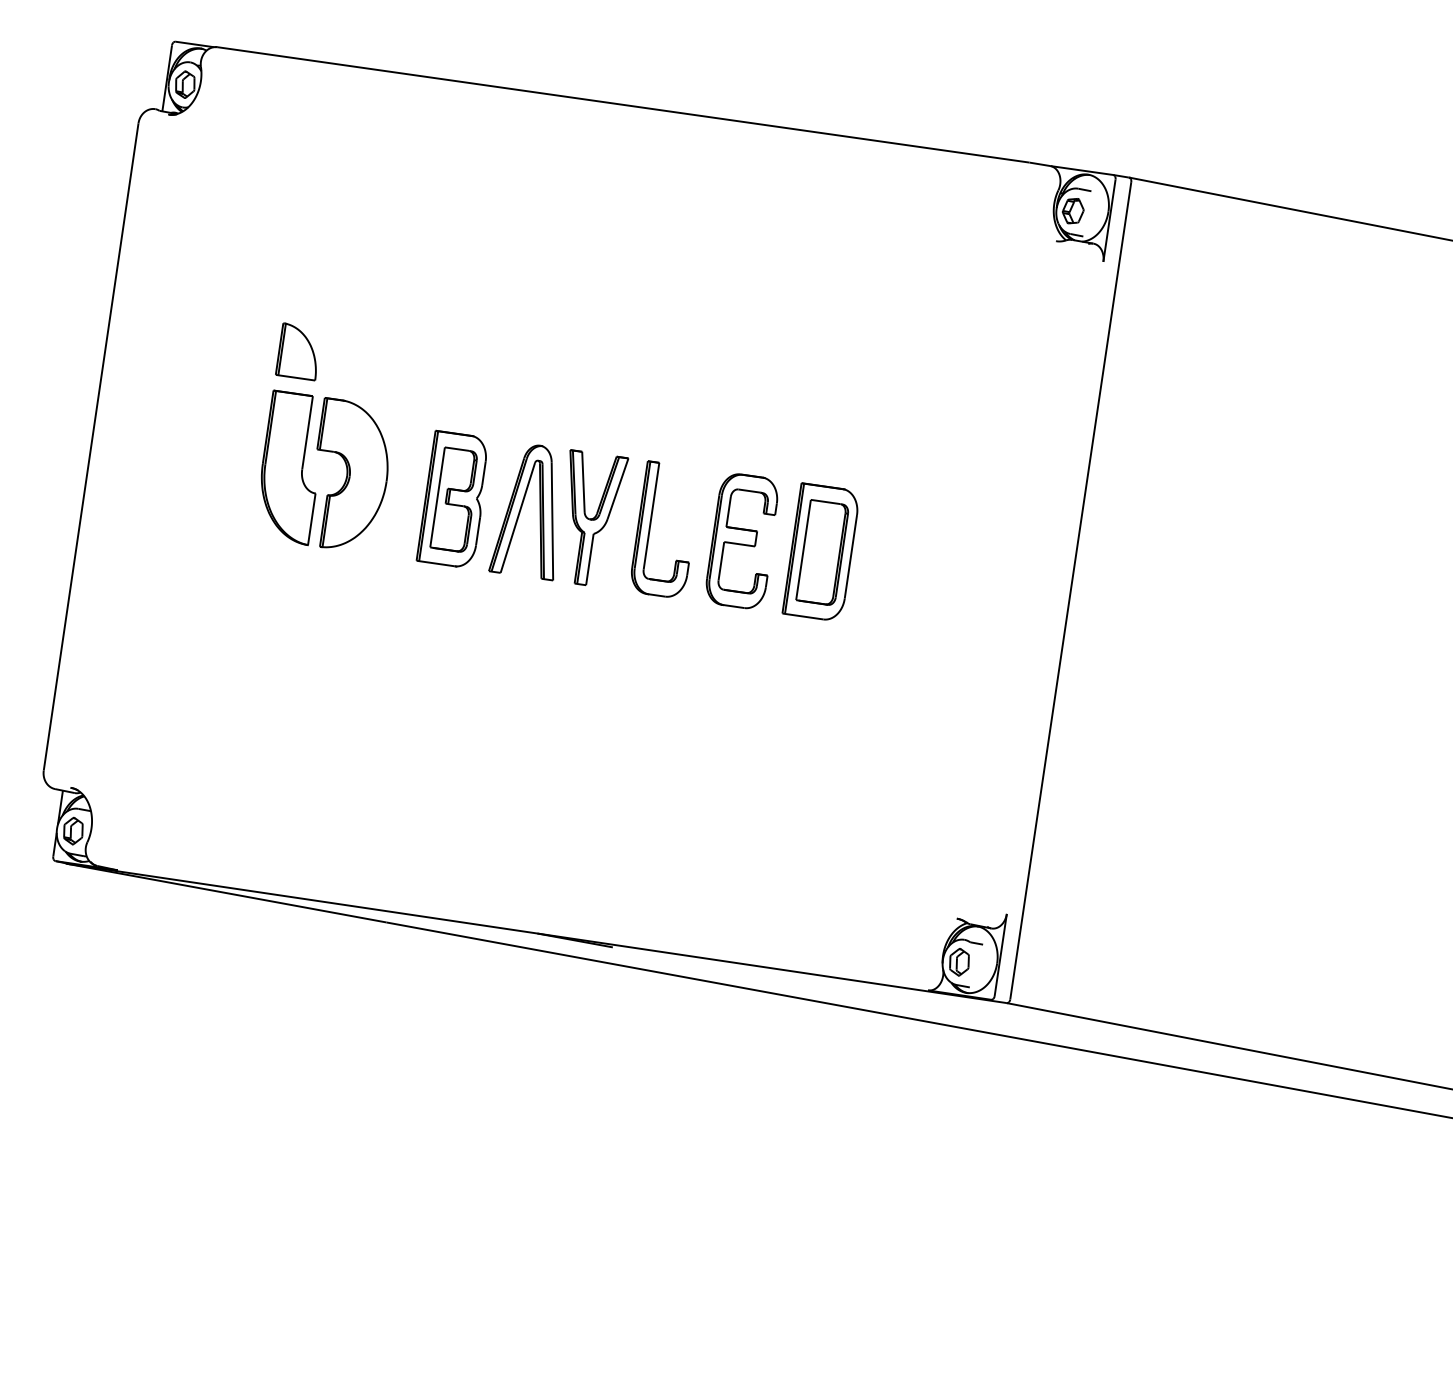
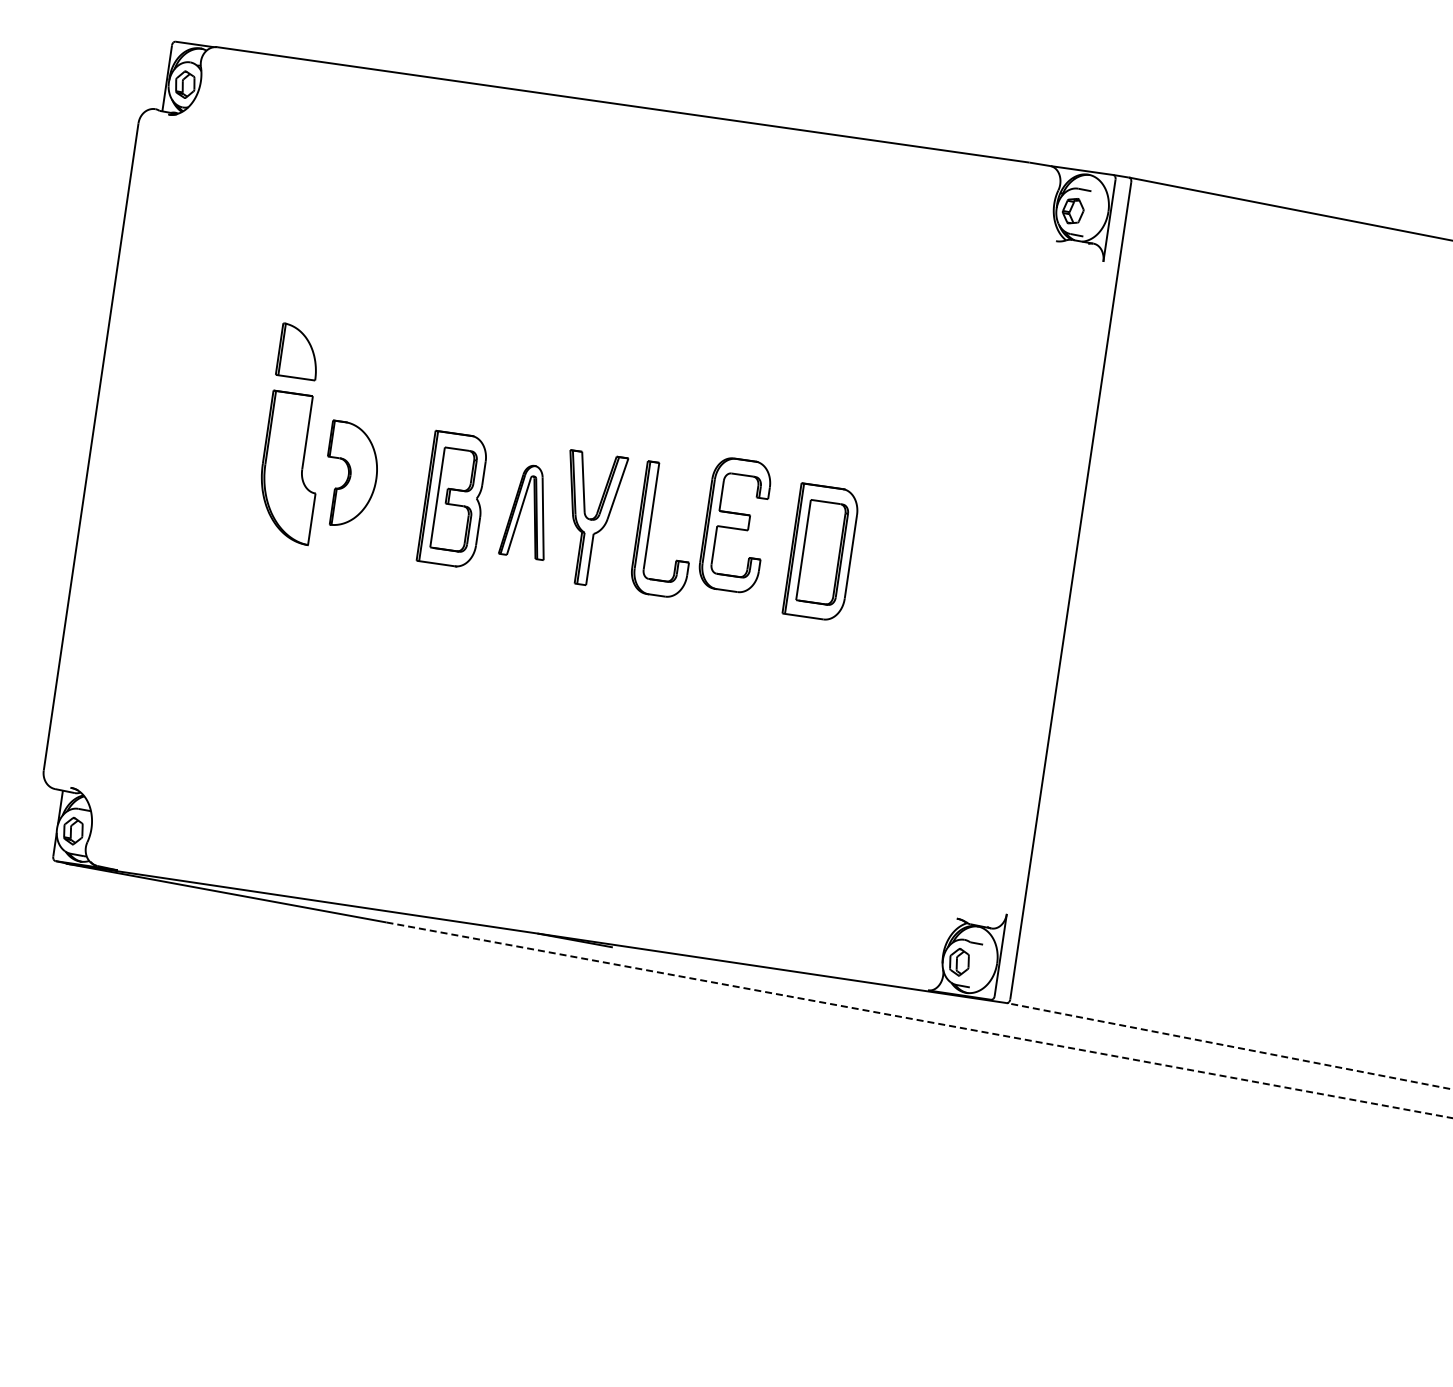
part at (352, 472) size: 73x152 px -> 51x107 px
part at (521, 512) size: 67x138 px -> 47x97 px
part at (741, 541) position: (741, 541) -> (734, 525)
line at (919, 1020): solid -> dashed
line at (1229, 1046): solid -> dashed
